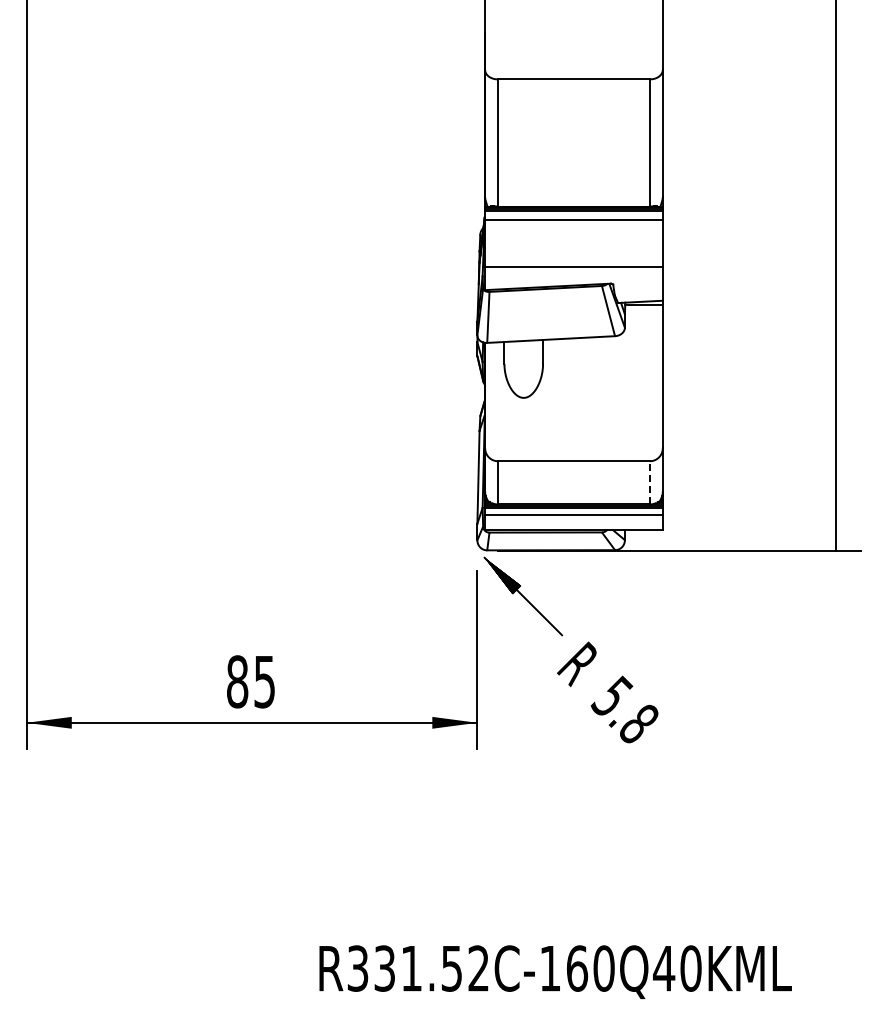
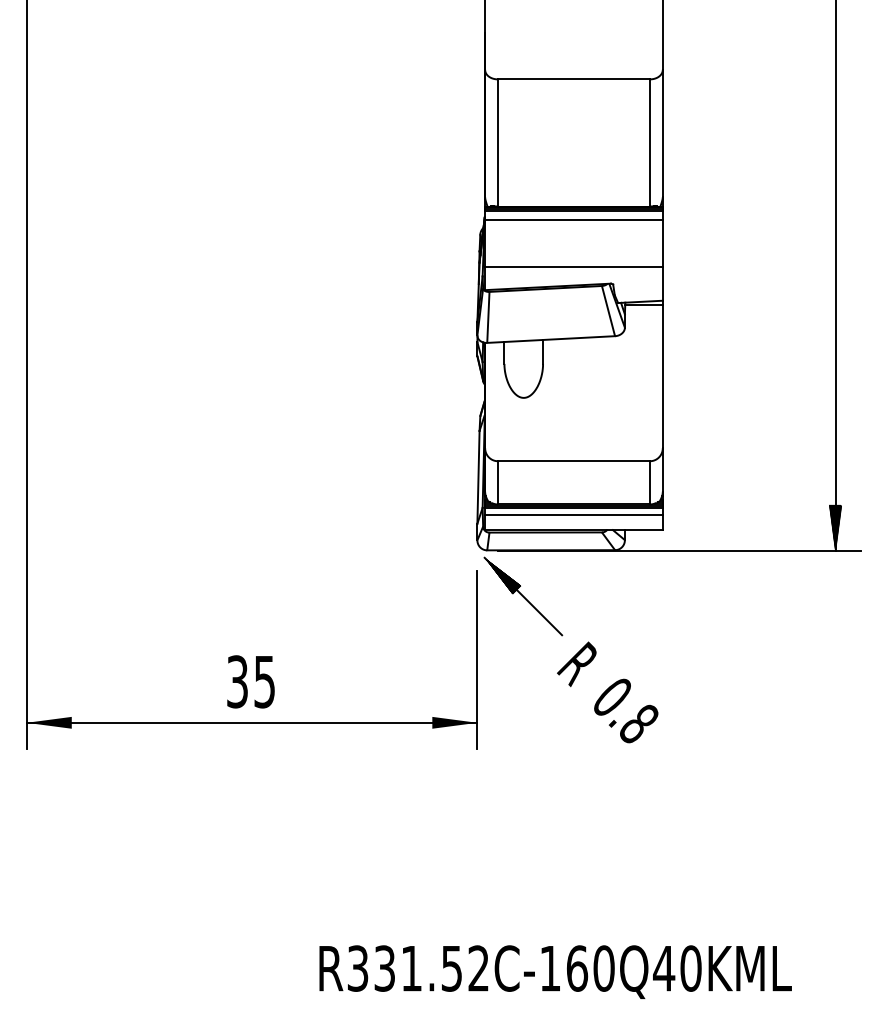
line at (649, 482): dashed -> solid
hatch at (835, 527): none -> present
text at (237, 681): 85 -> 35
text at (611, 695): 5.8 -> 0.8
